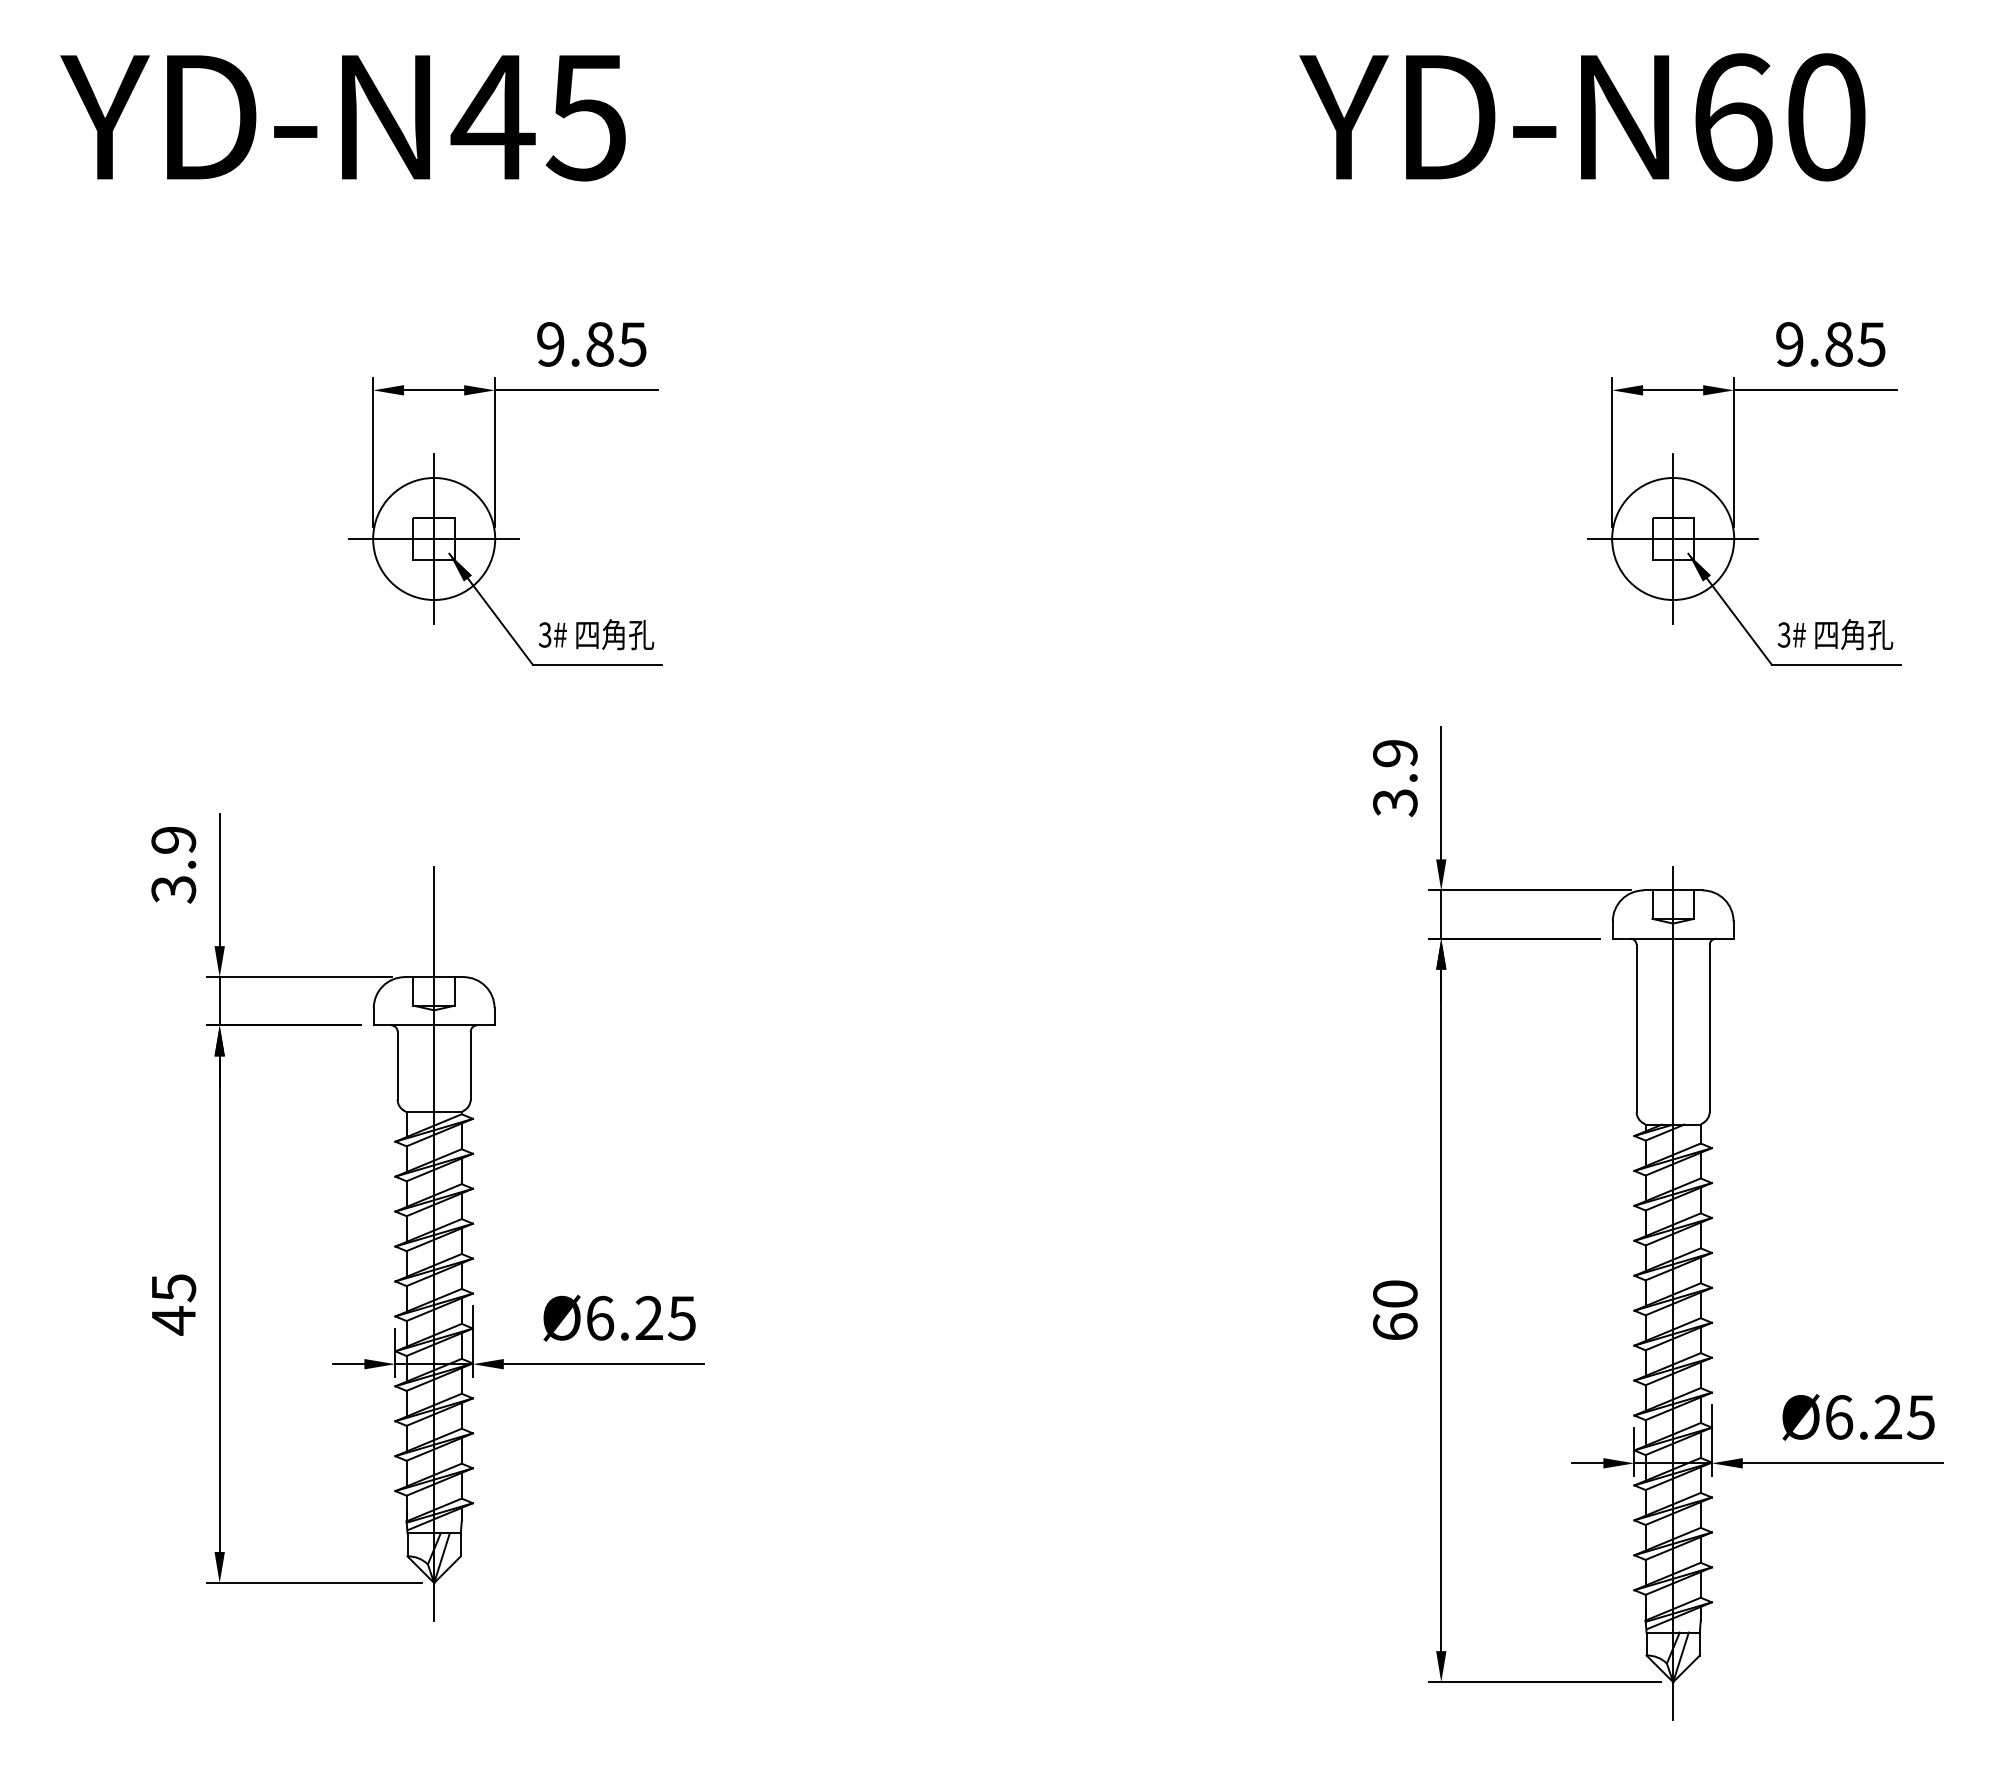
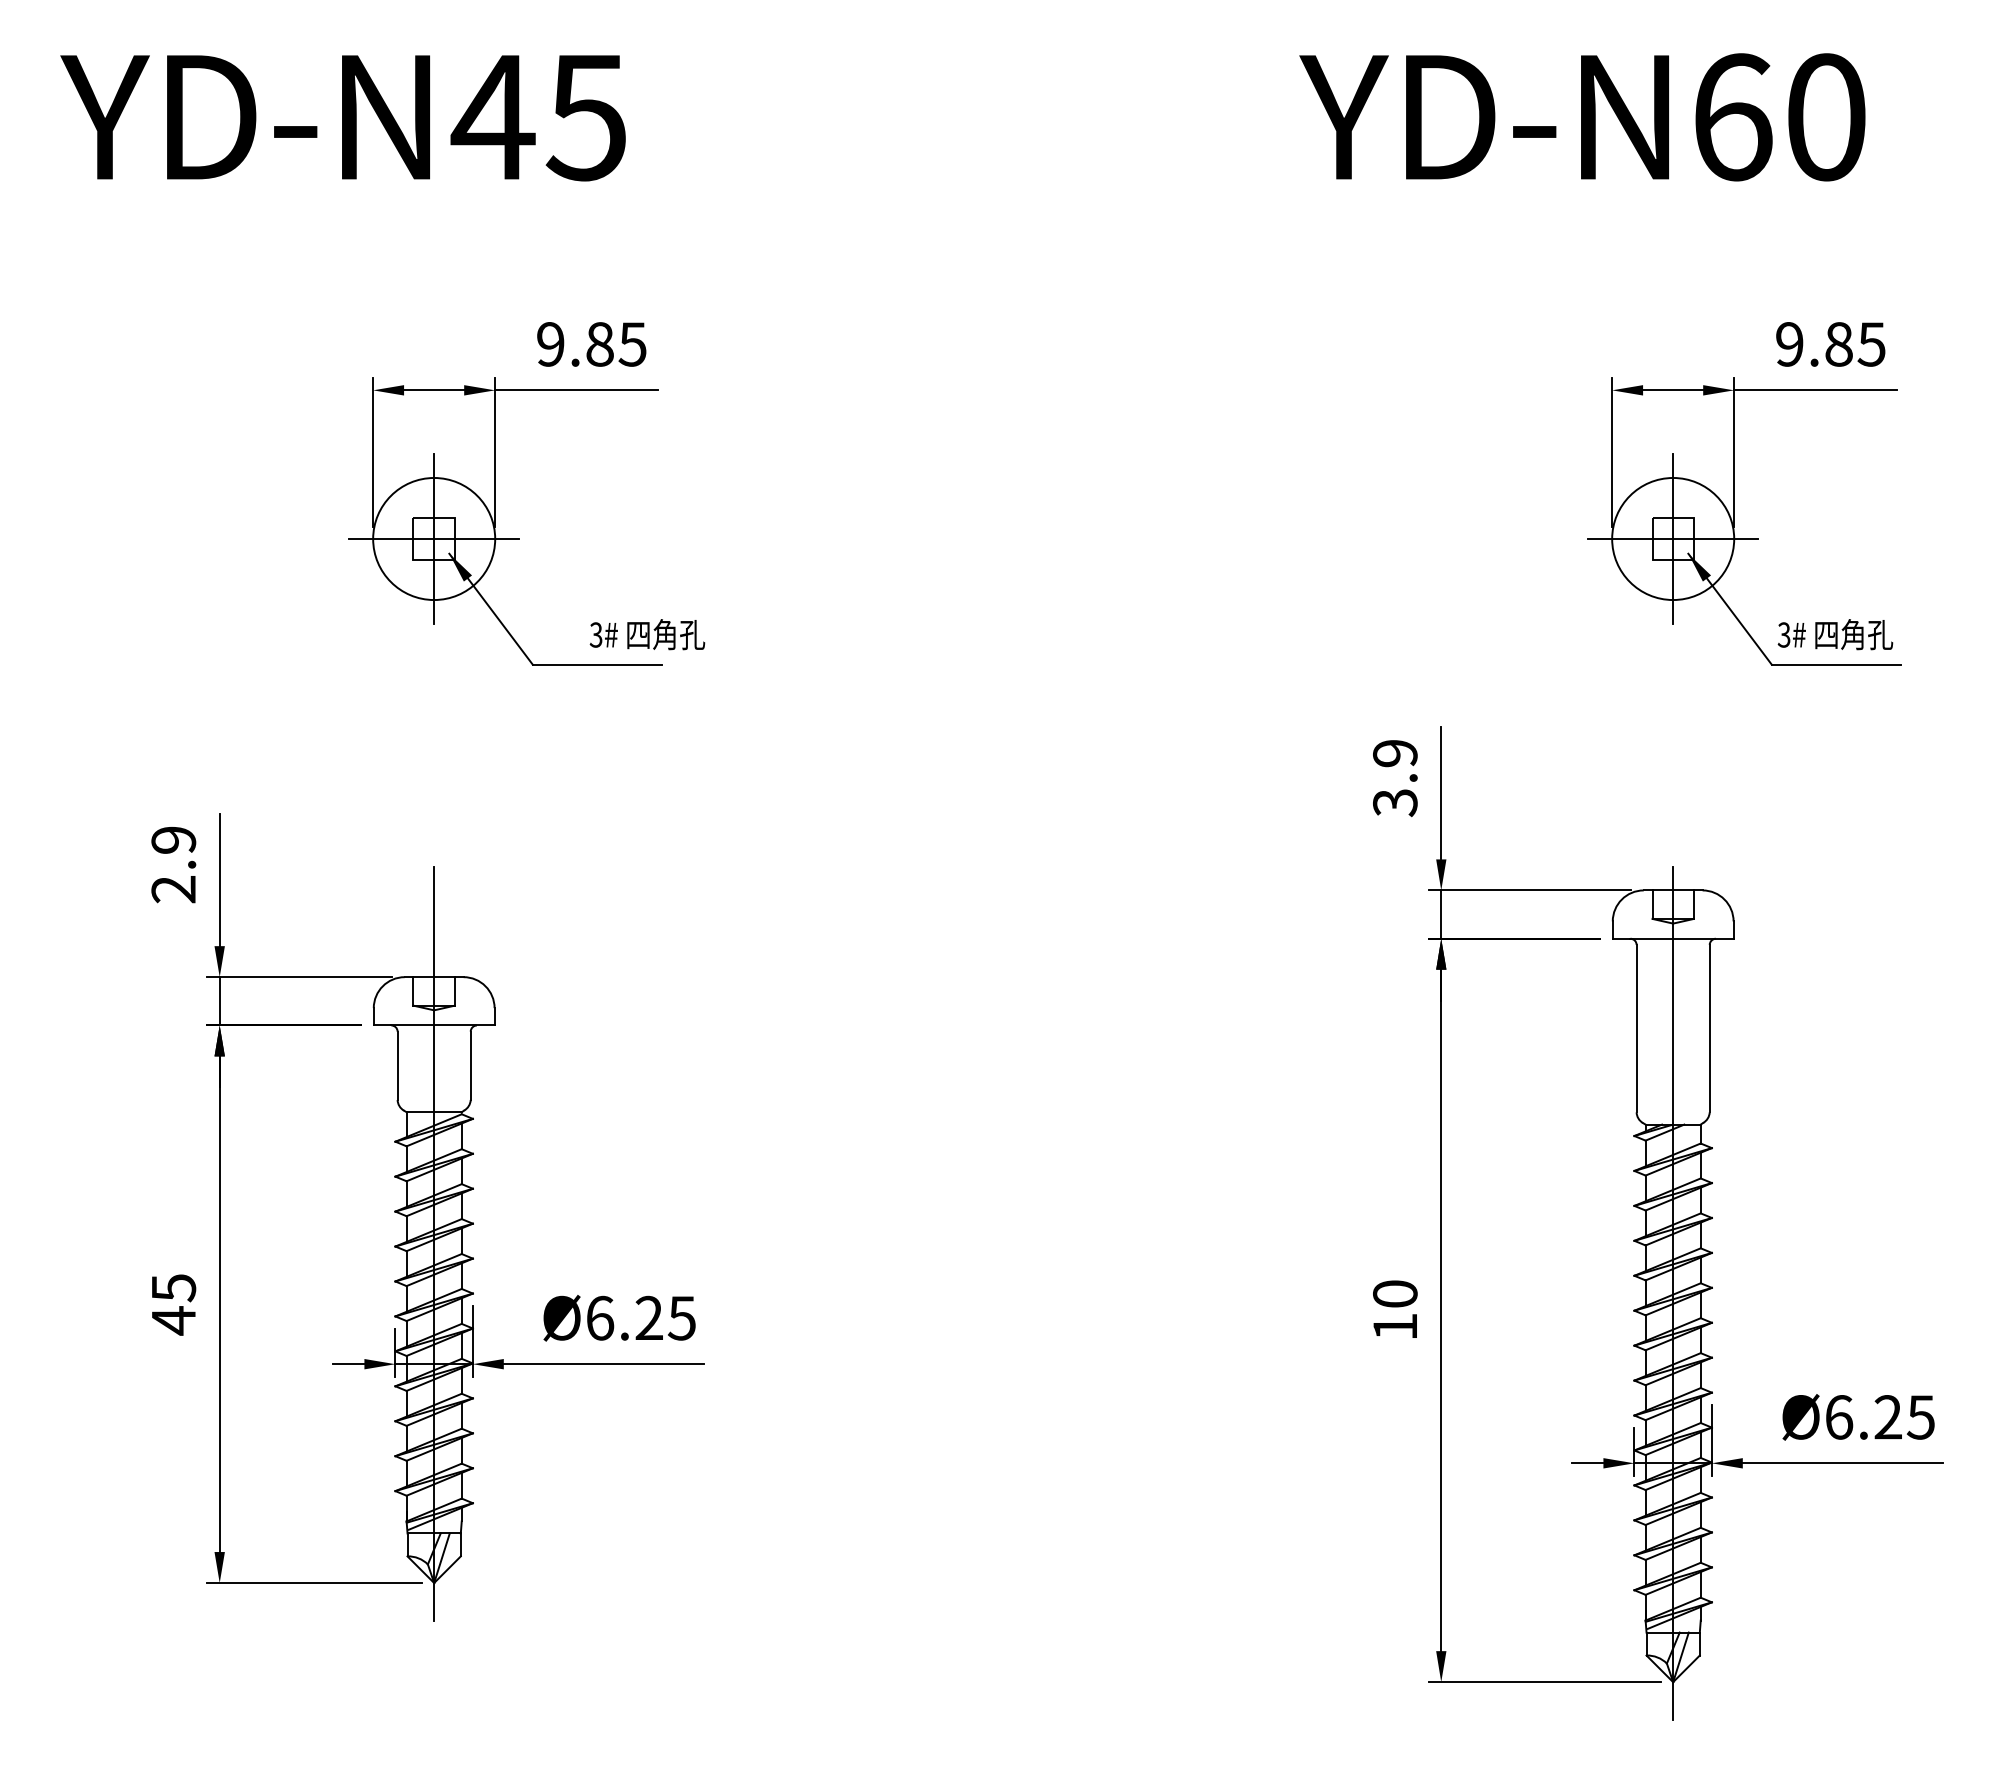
text at (596, 634) position: (596, 634) -> (647, 634)
text at (173, 889): 3.9 -> 2.9
text at (1395, 1326): 60 -> 10
